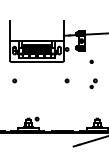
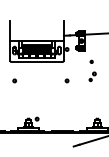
part at (93, 83) position: (93, 83) -> (92, 76)
